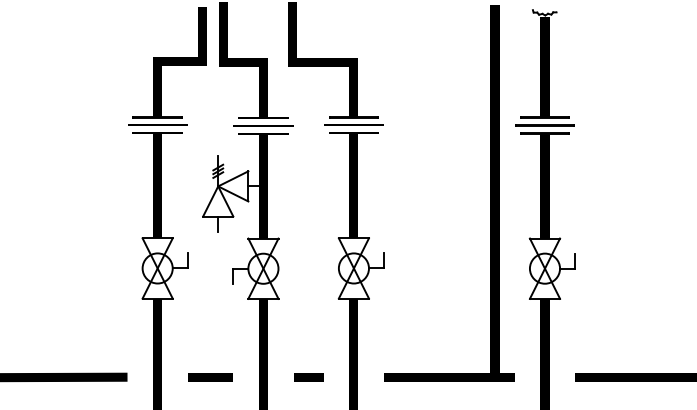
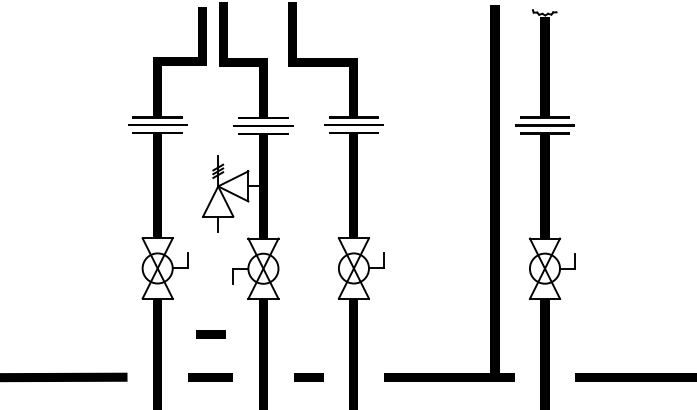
line at (210, 334): none -> present
